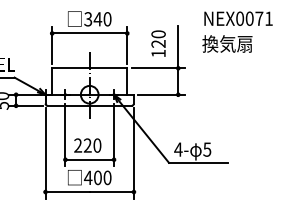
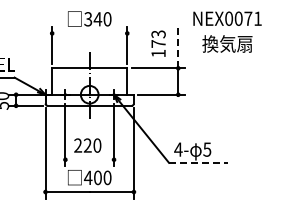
text at (238, 18) position: (238, 18) -> (227, 18)
line at (89, 33): present -> none
text at (158, 38): 120 -> 173
line at (178, 46): solid -> dashed
line at (89, 159): present -> none
line at (198, 162): solid -> dashed
